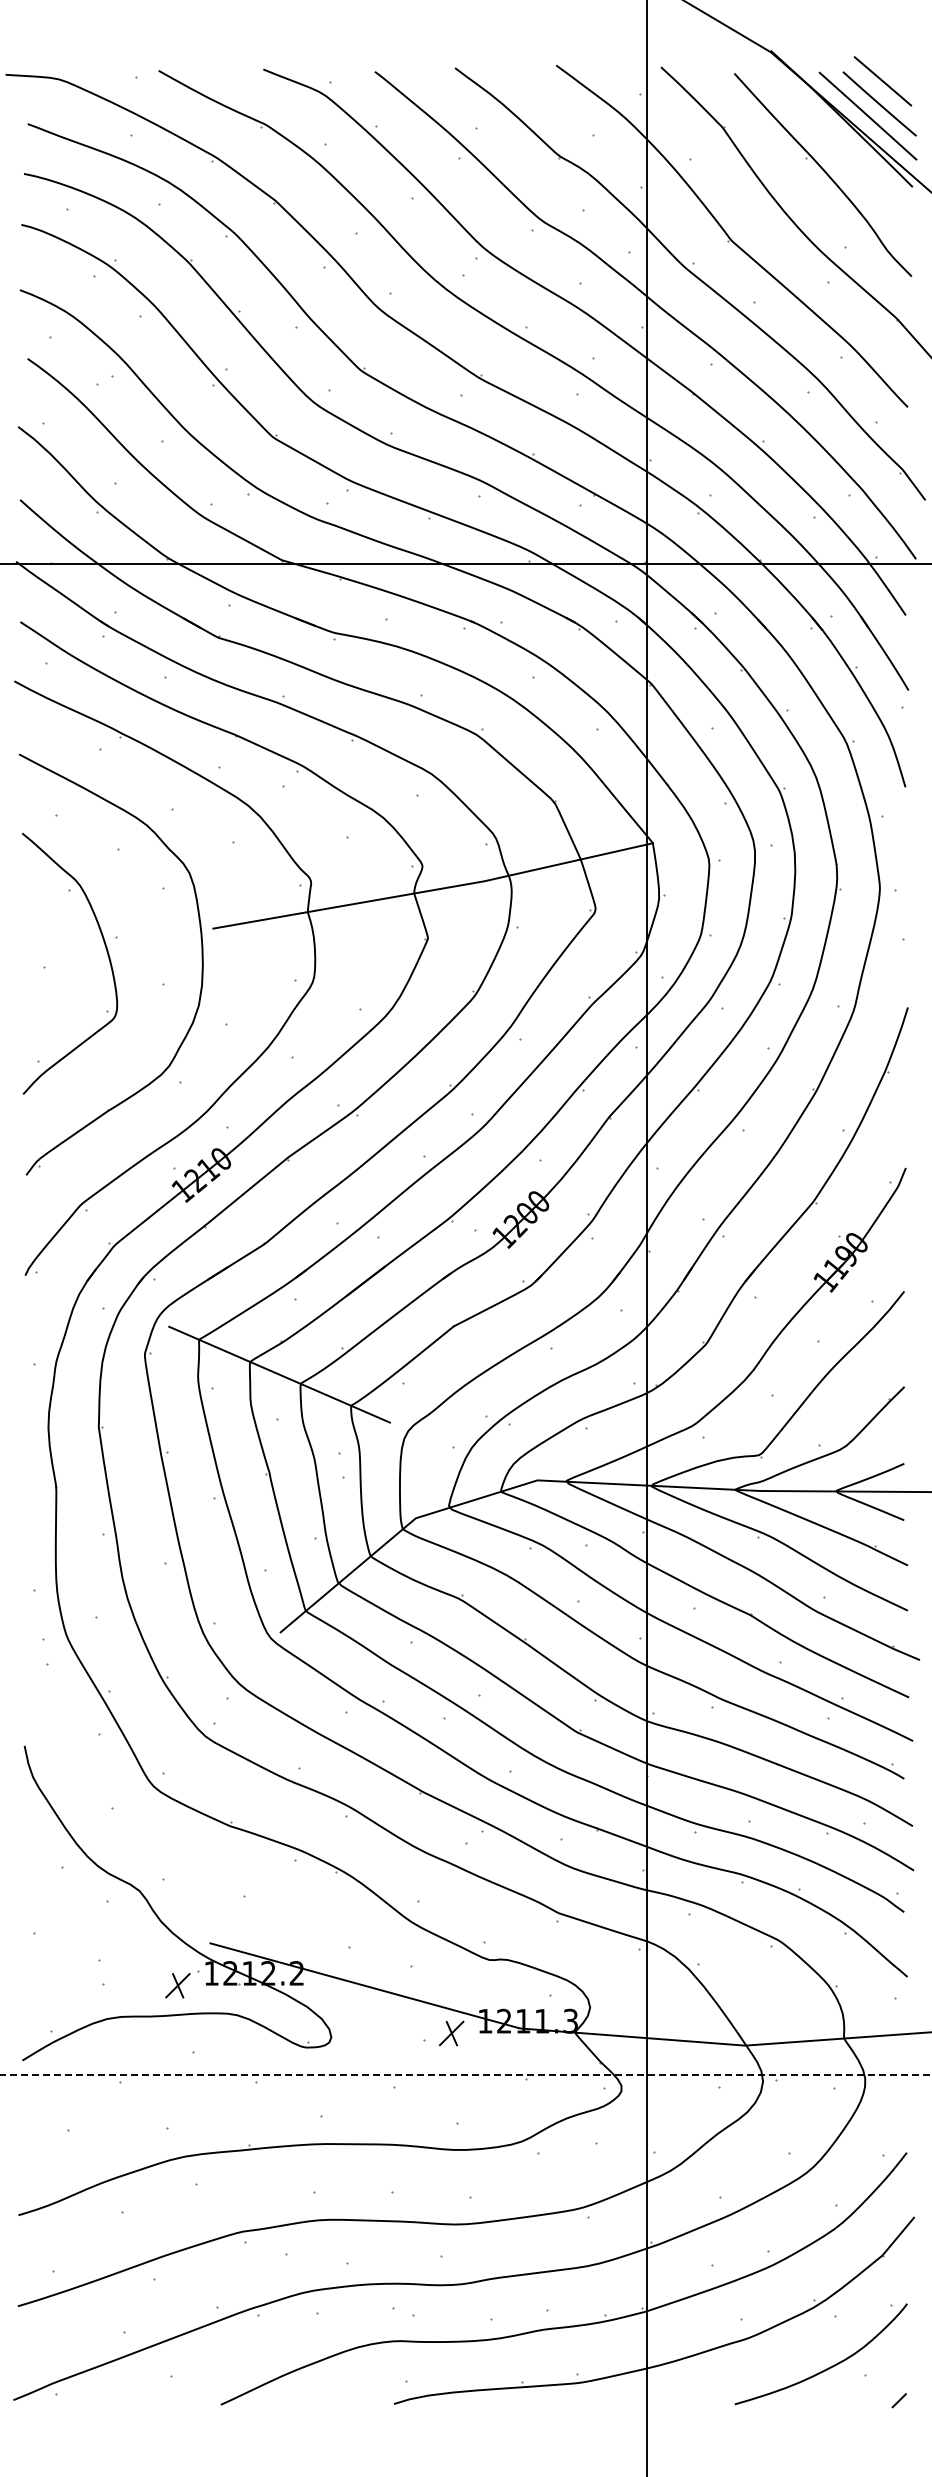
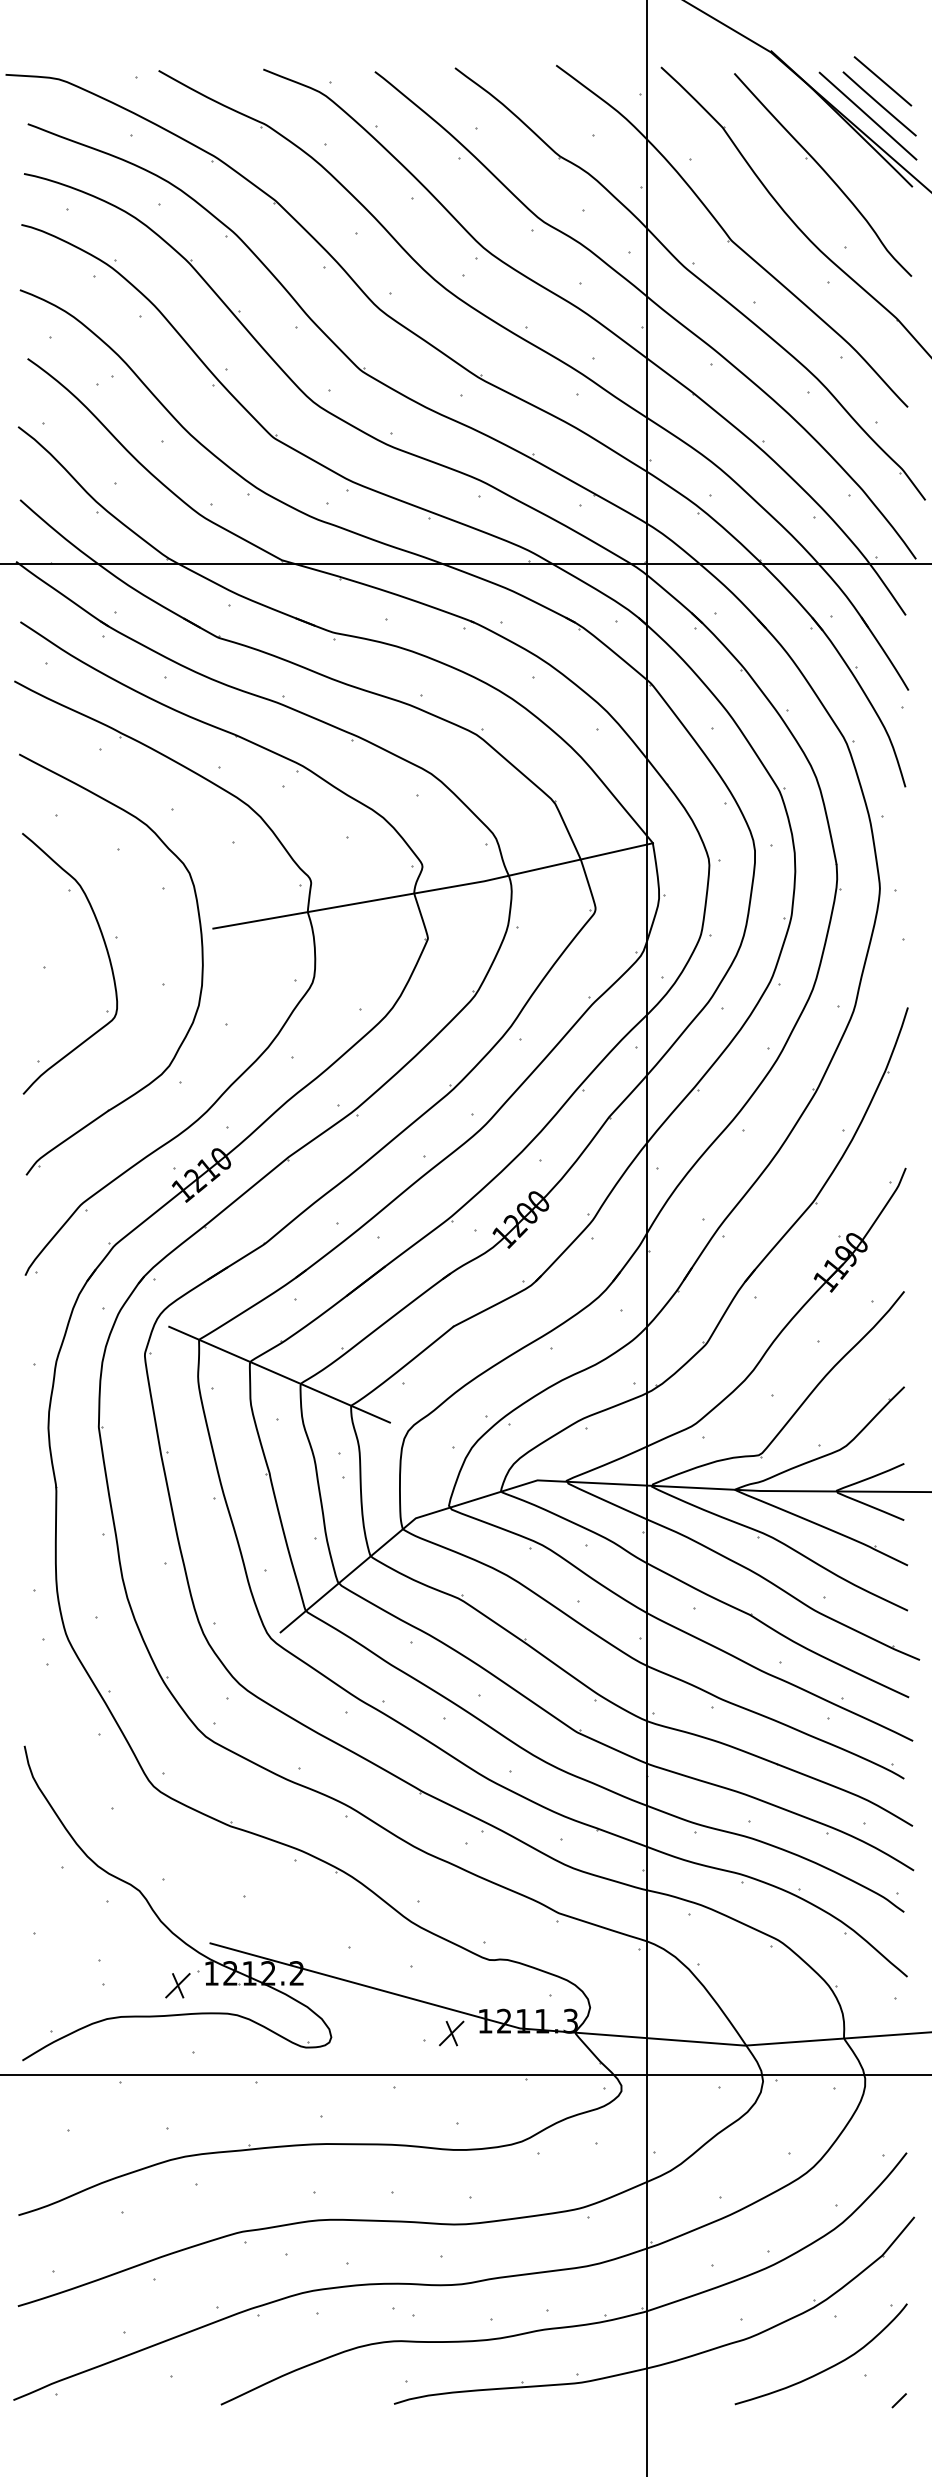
line at (466, 2074): dashed -> solid
